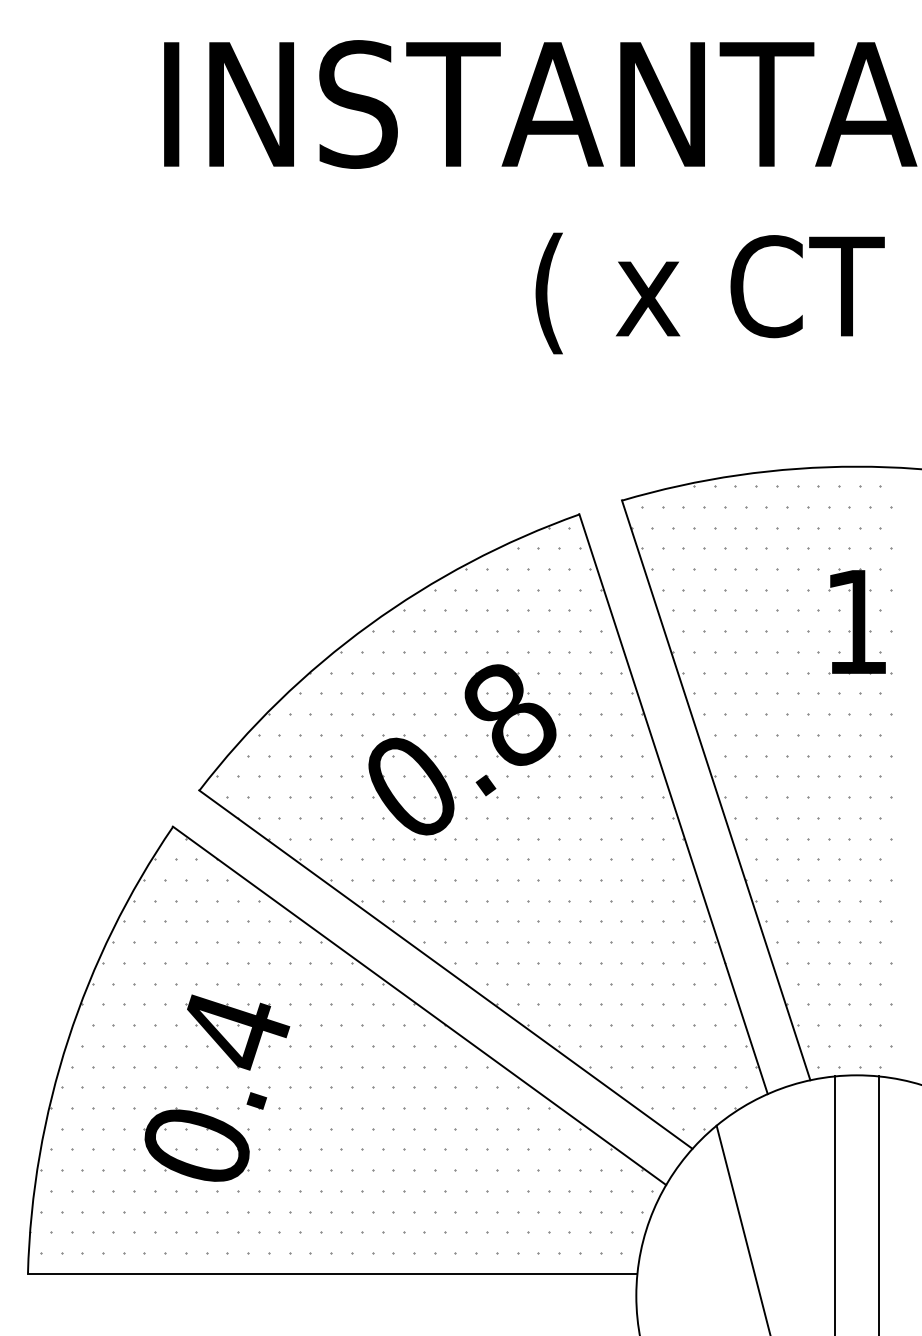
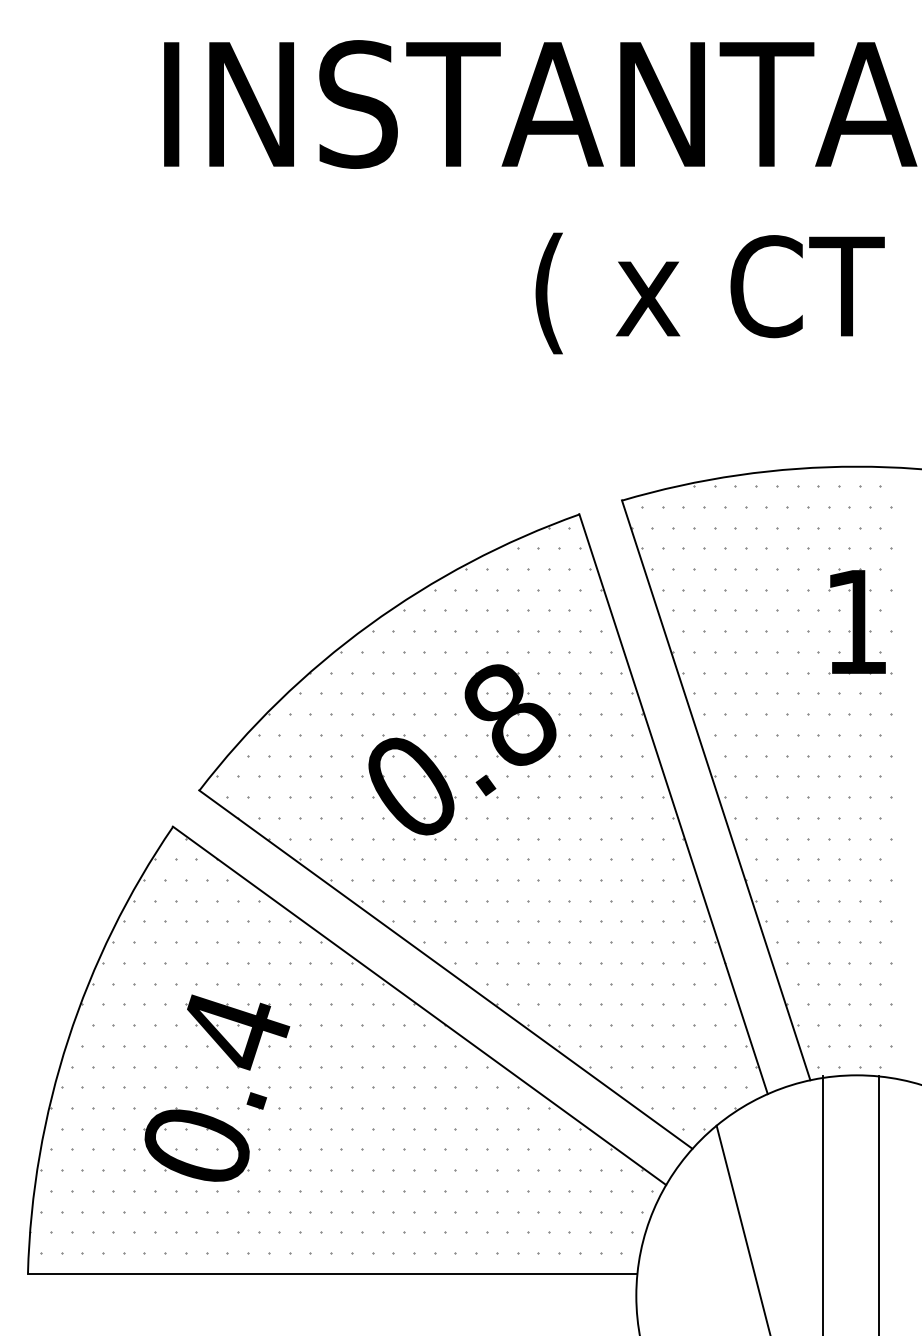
line at (834, 1204) position: (834, 1204) -> (822, 1204)
